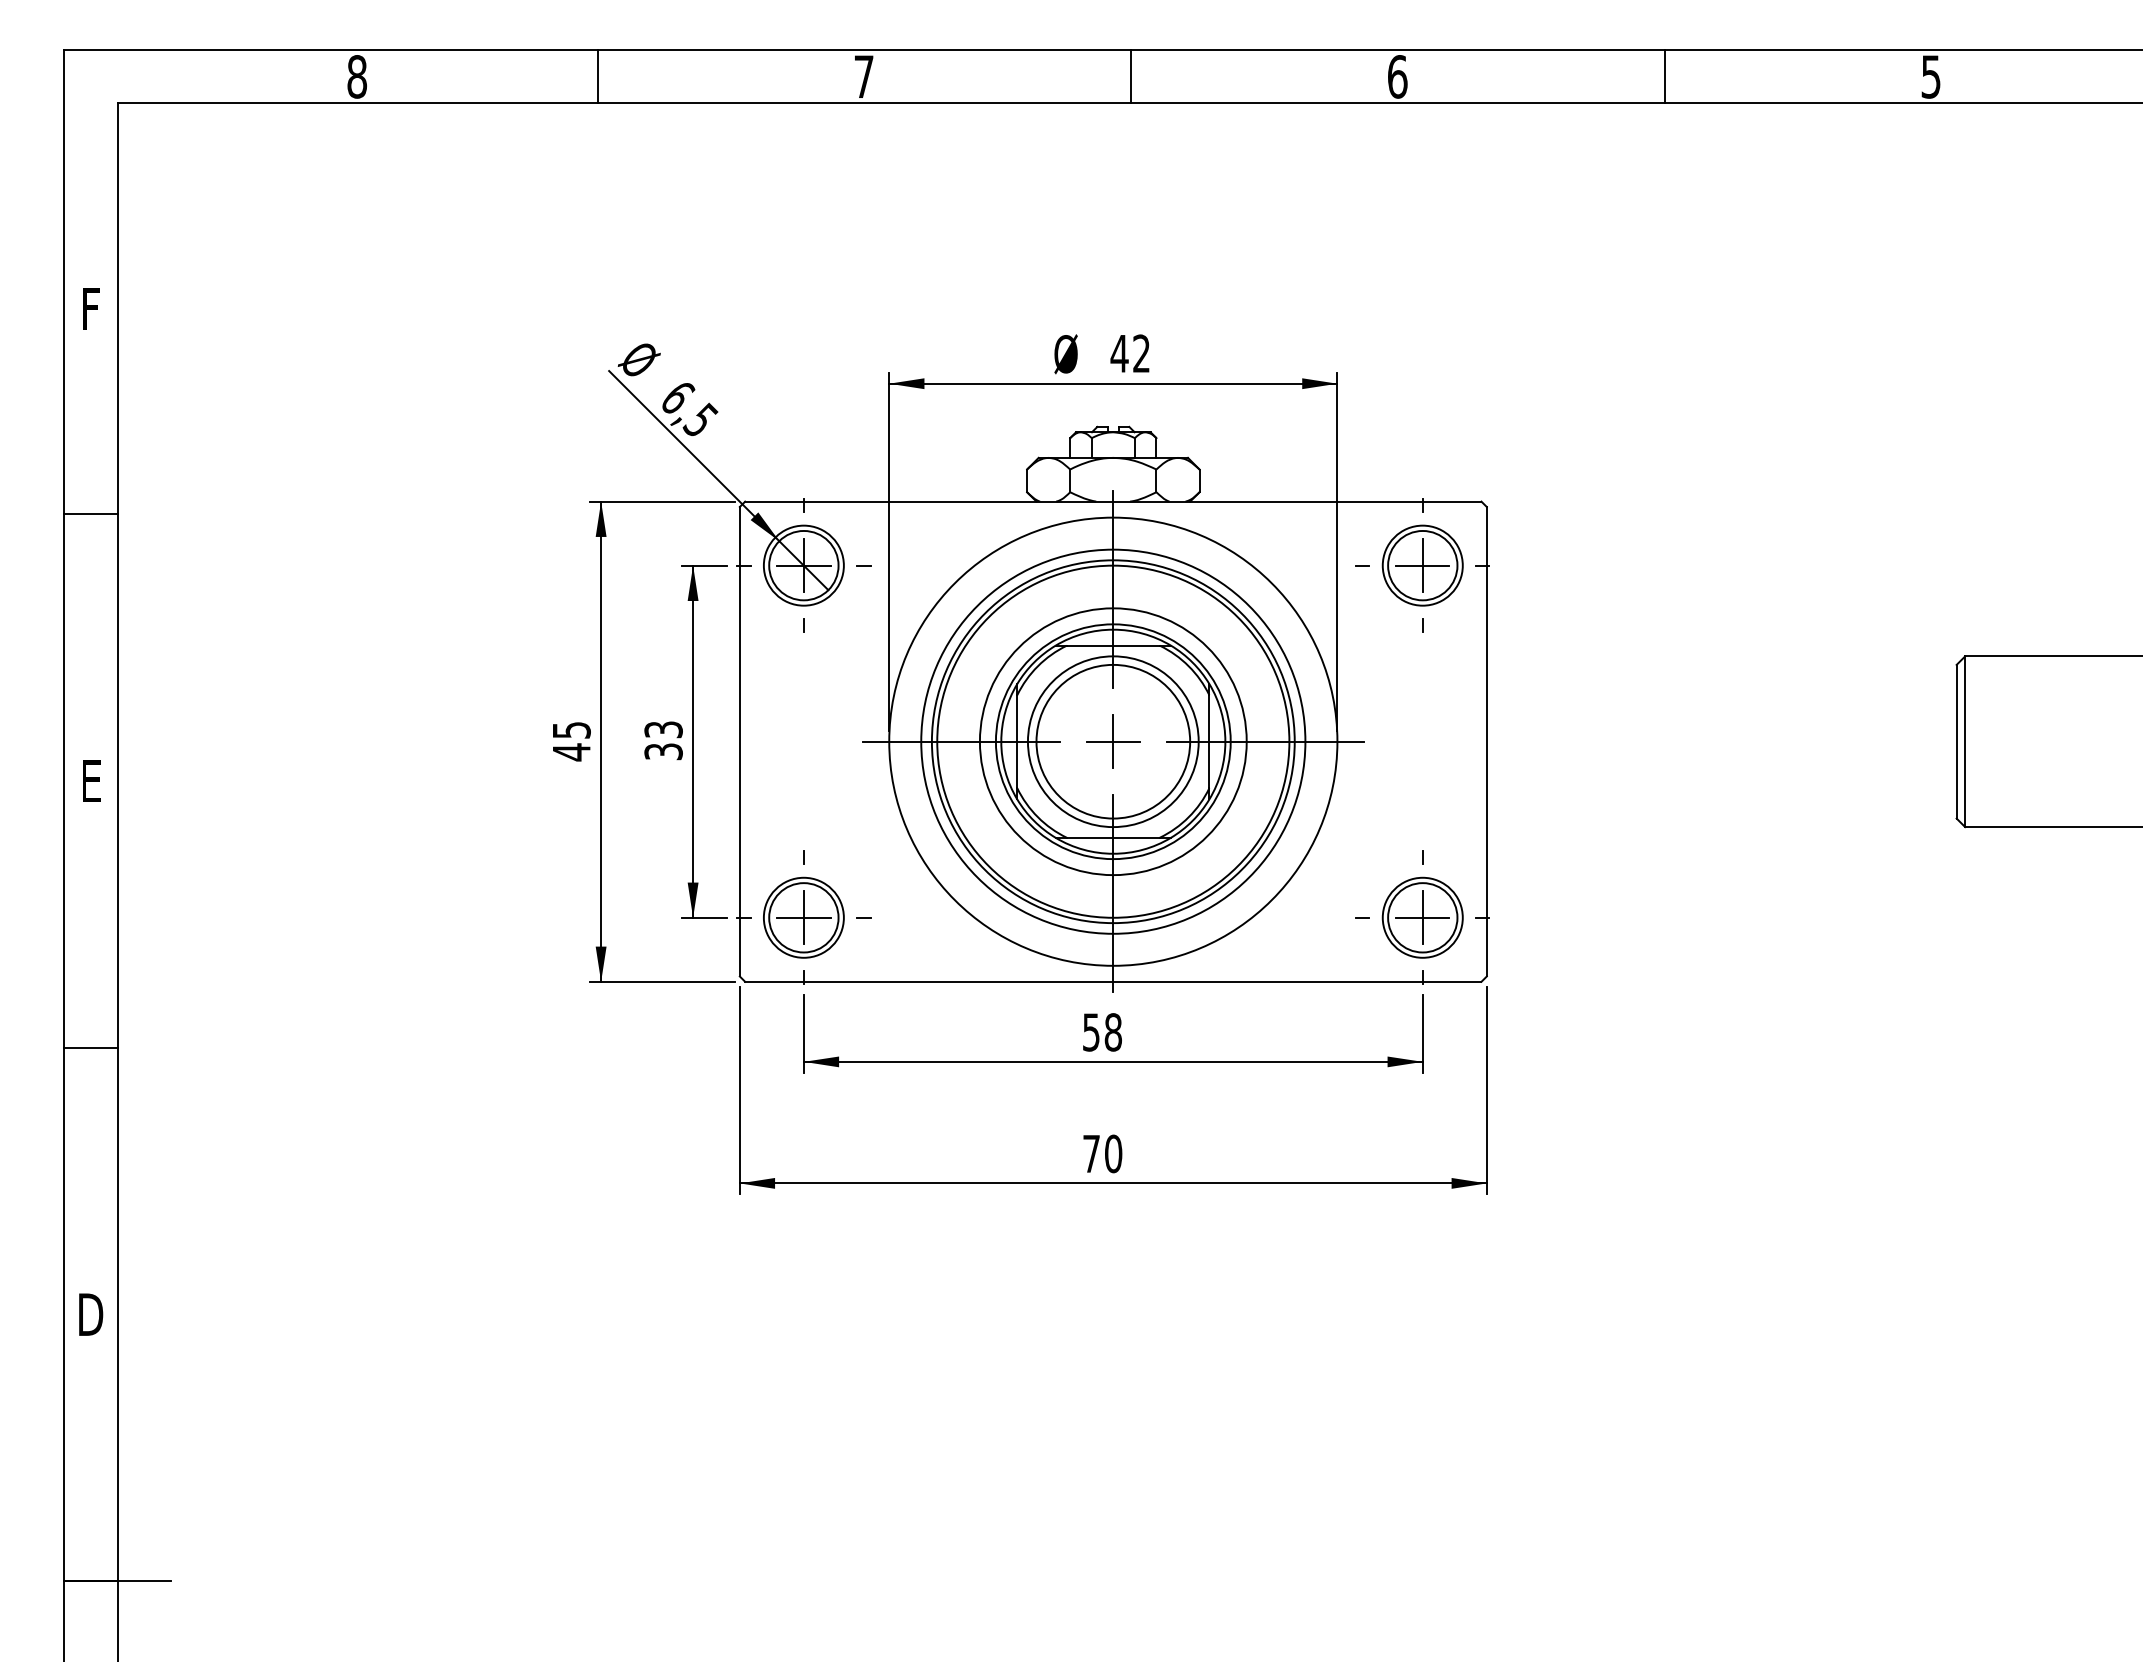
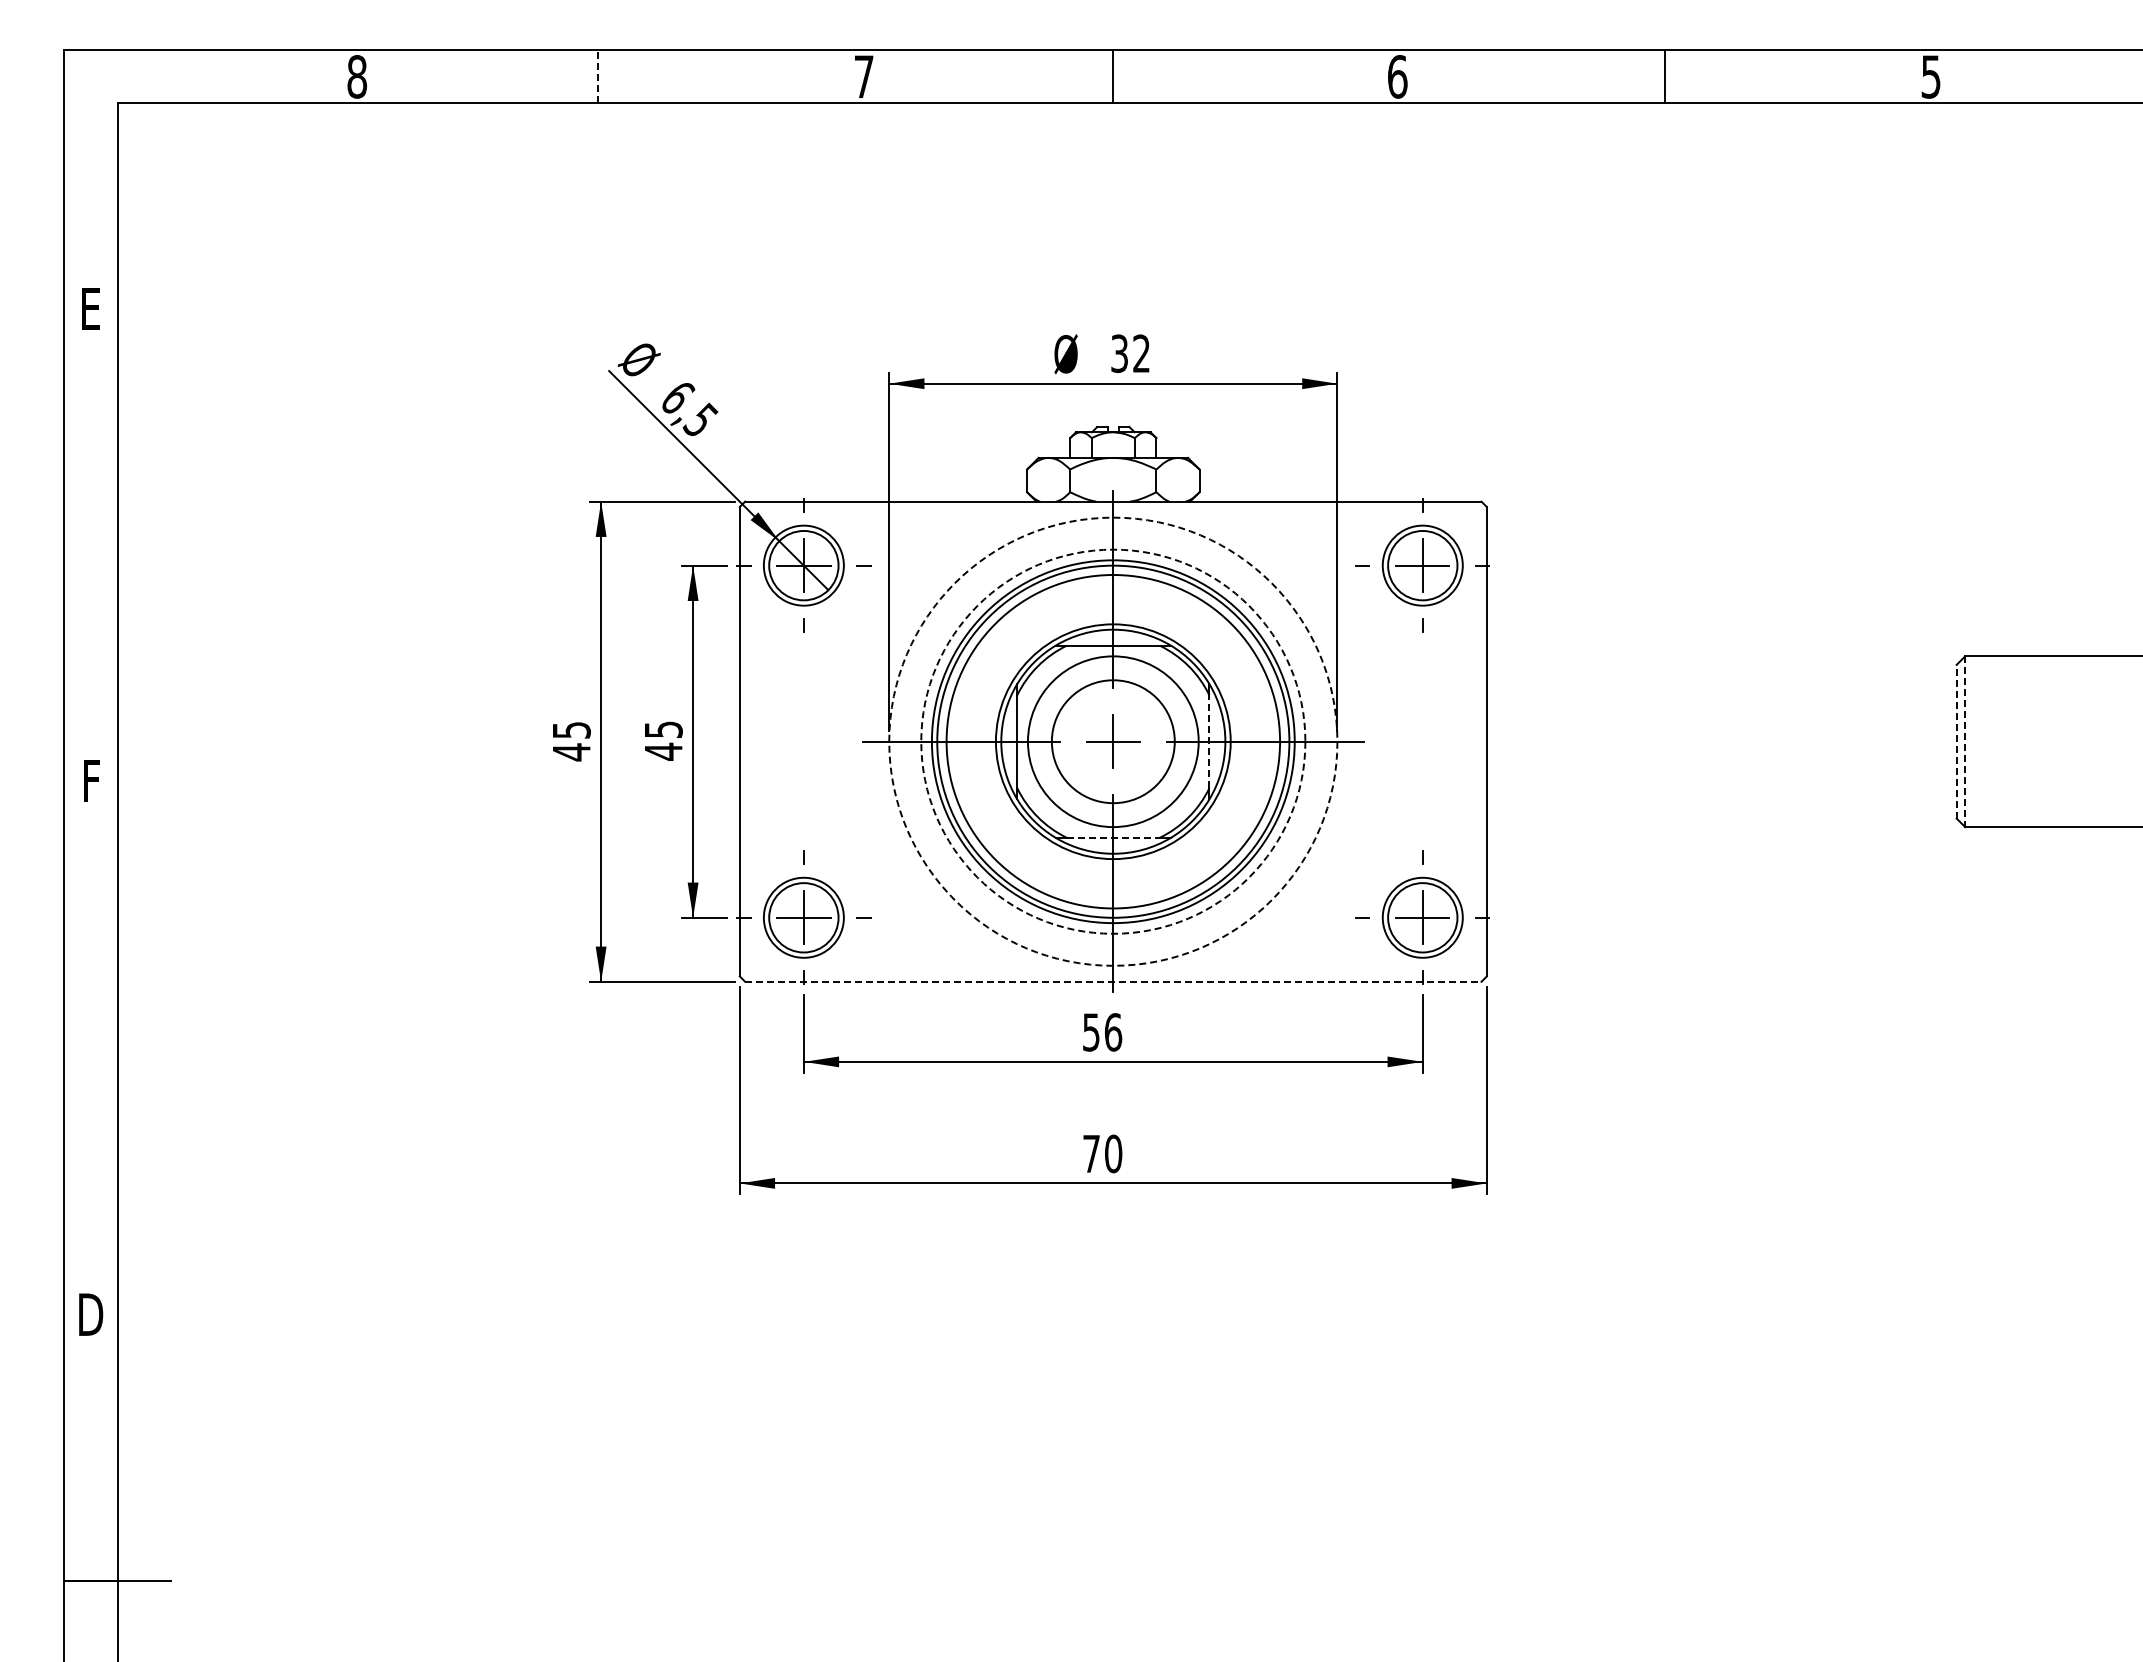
line at (597, 76): solid -> dashed
line at (1131, 76) position: (1131, 76) -> (1113, 76)
text at (90, 308): F -> E
text at (1119, 353): 42 -> 32
line at (90, 514): present -> none
text at (663, 740): 33 -> 45
circle at (1112, 741) diameter: 267 px -> 333 px
circle at (1113, 741) diameter: 154 px -> 123 px
circle at (1113, 741): solid -> dashed
circle at (1113, 741): solid -> dashed
line at (1209, 741): solid -> dashed
line at (1956, 741): solid -> dashed
line at (1965, 742): solid -> dashed
text at (91, 780): E -> F
line at (1113, 837): solid -> dashed
line at (1113, 981): solid -> dashed
text at (1113, 1032): 58 -> 56
line at (90, 1047): present -> none
